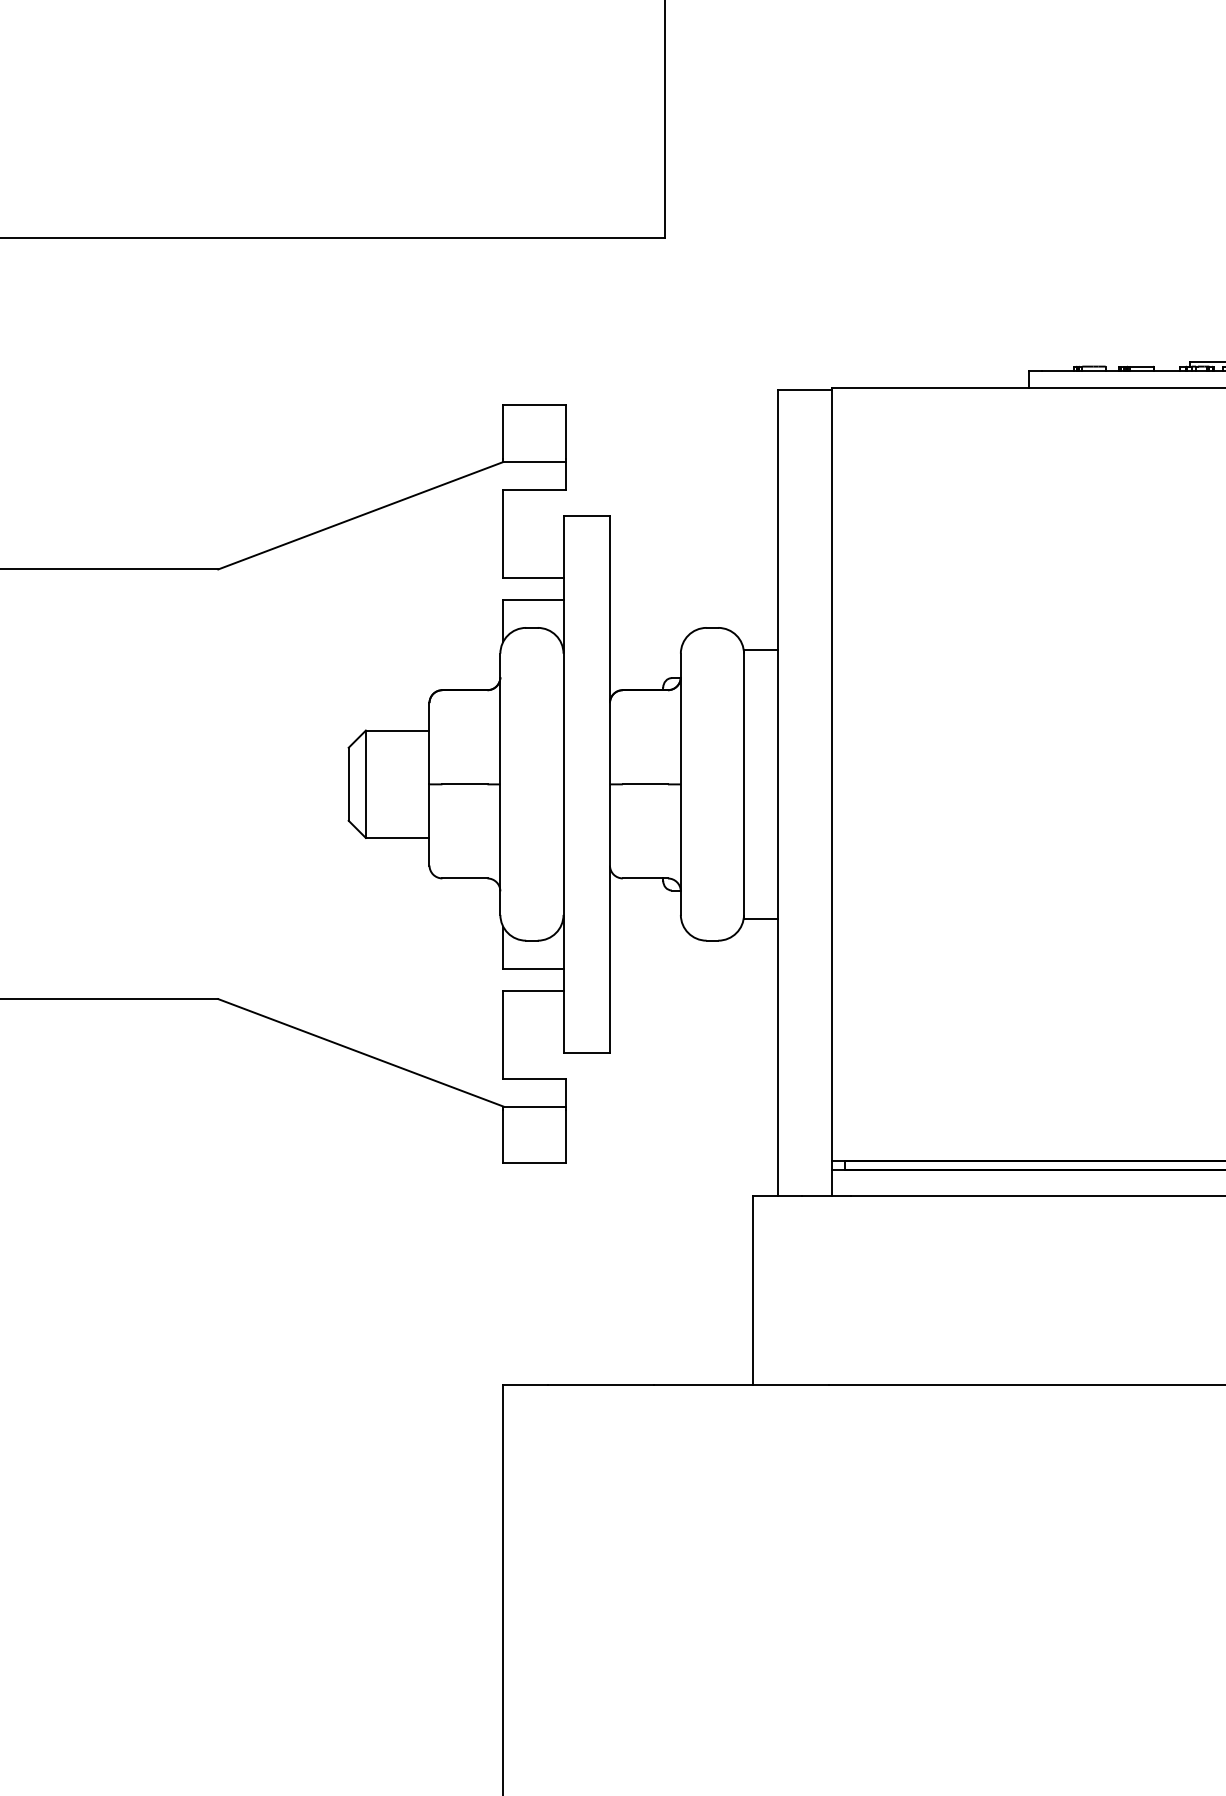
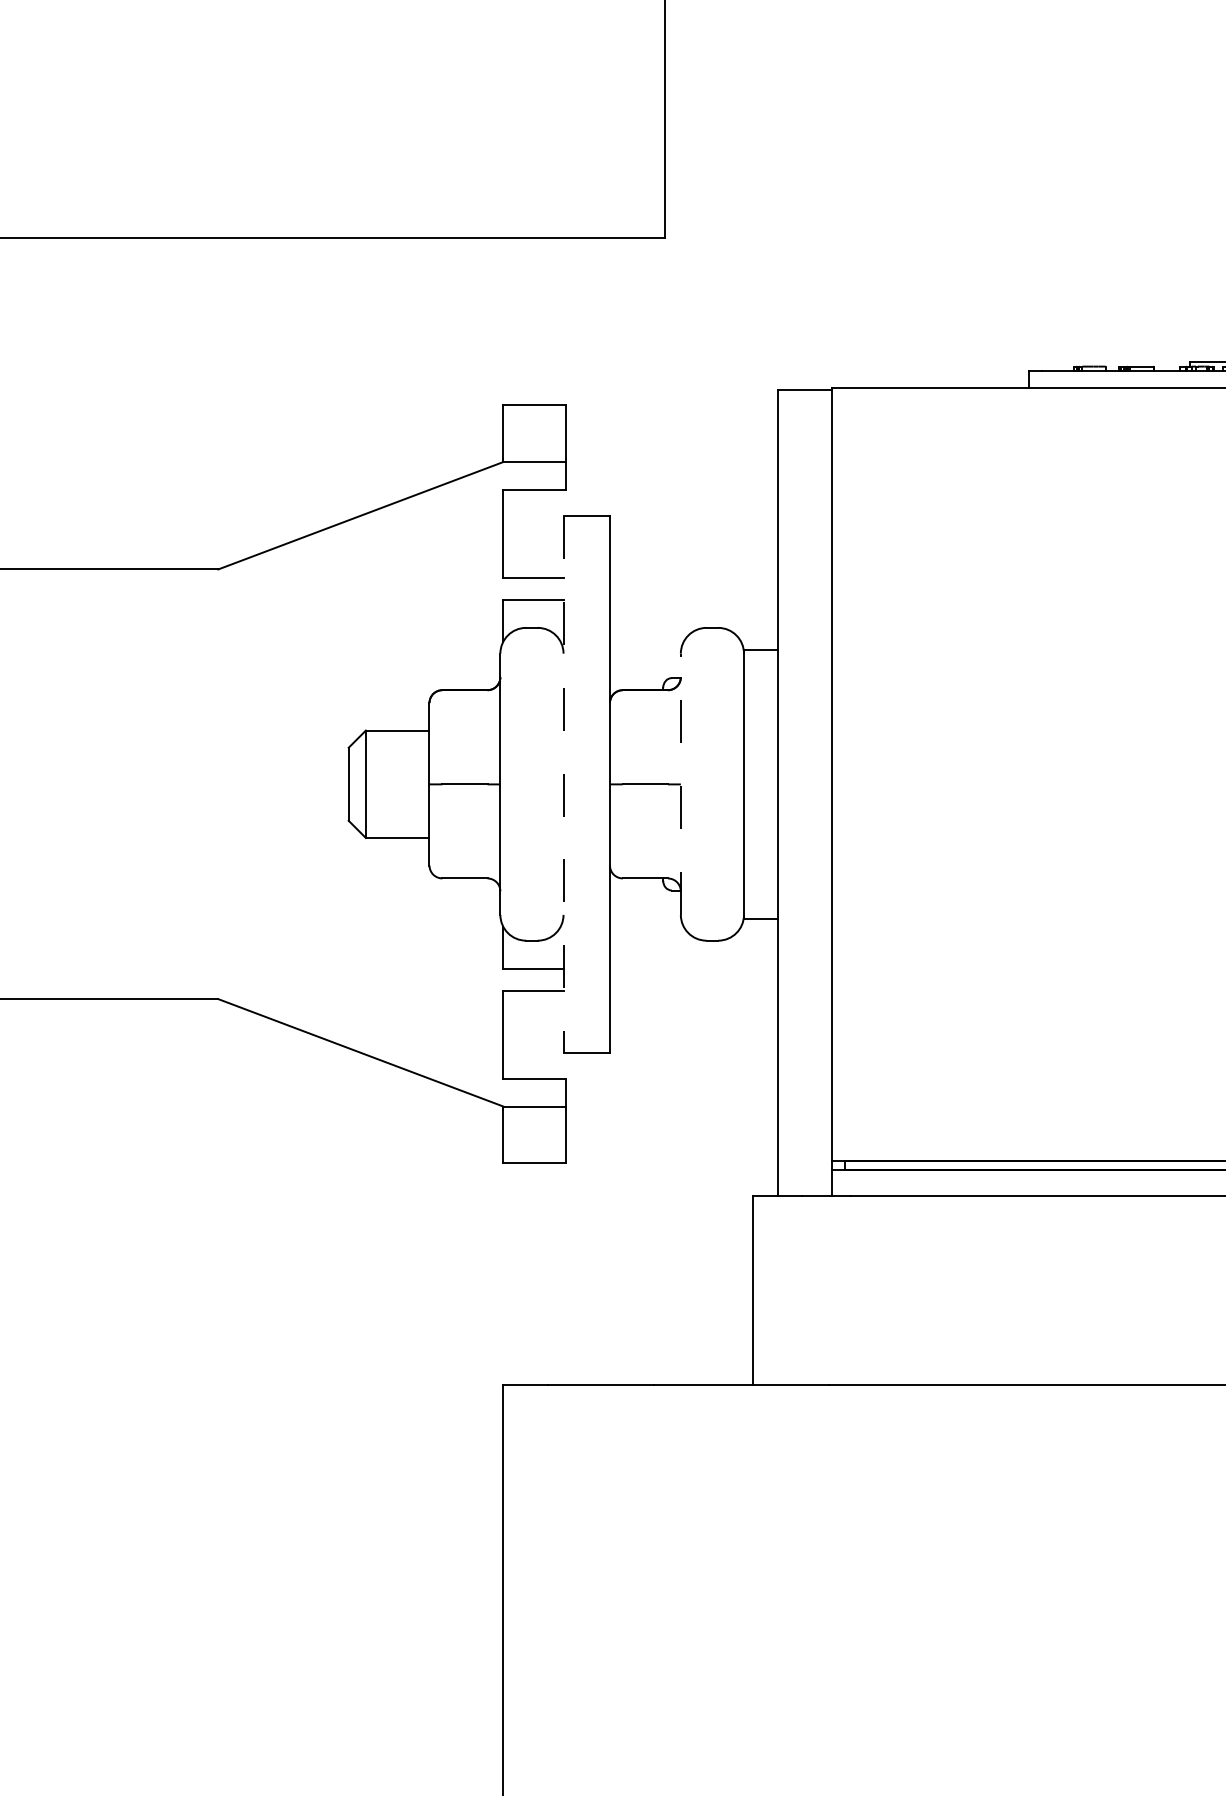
line at (563, 784): solid -> dashed
line at (680, 784): solid -> dashed
